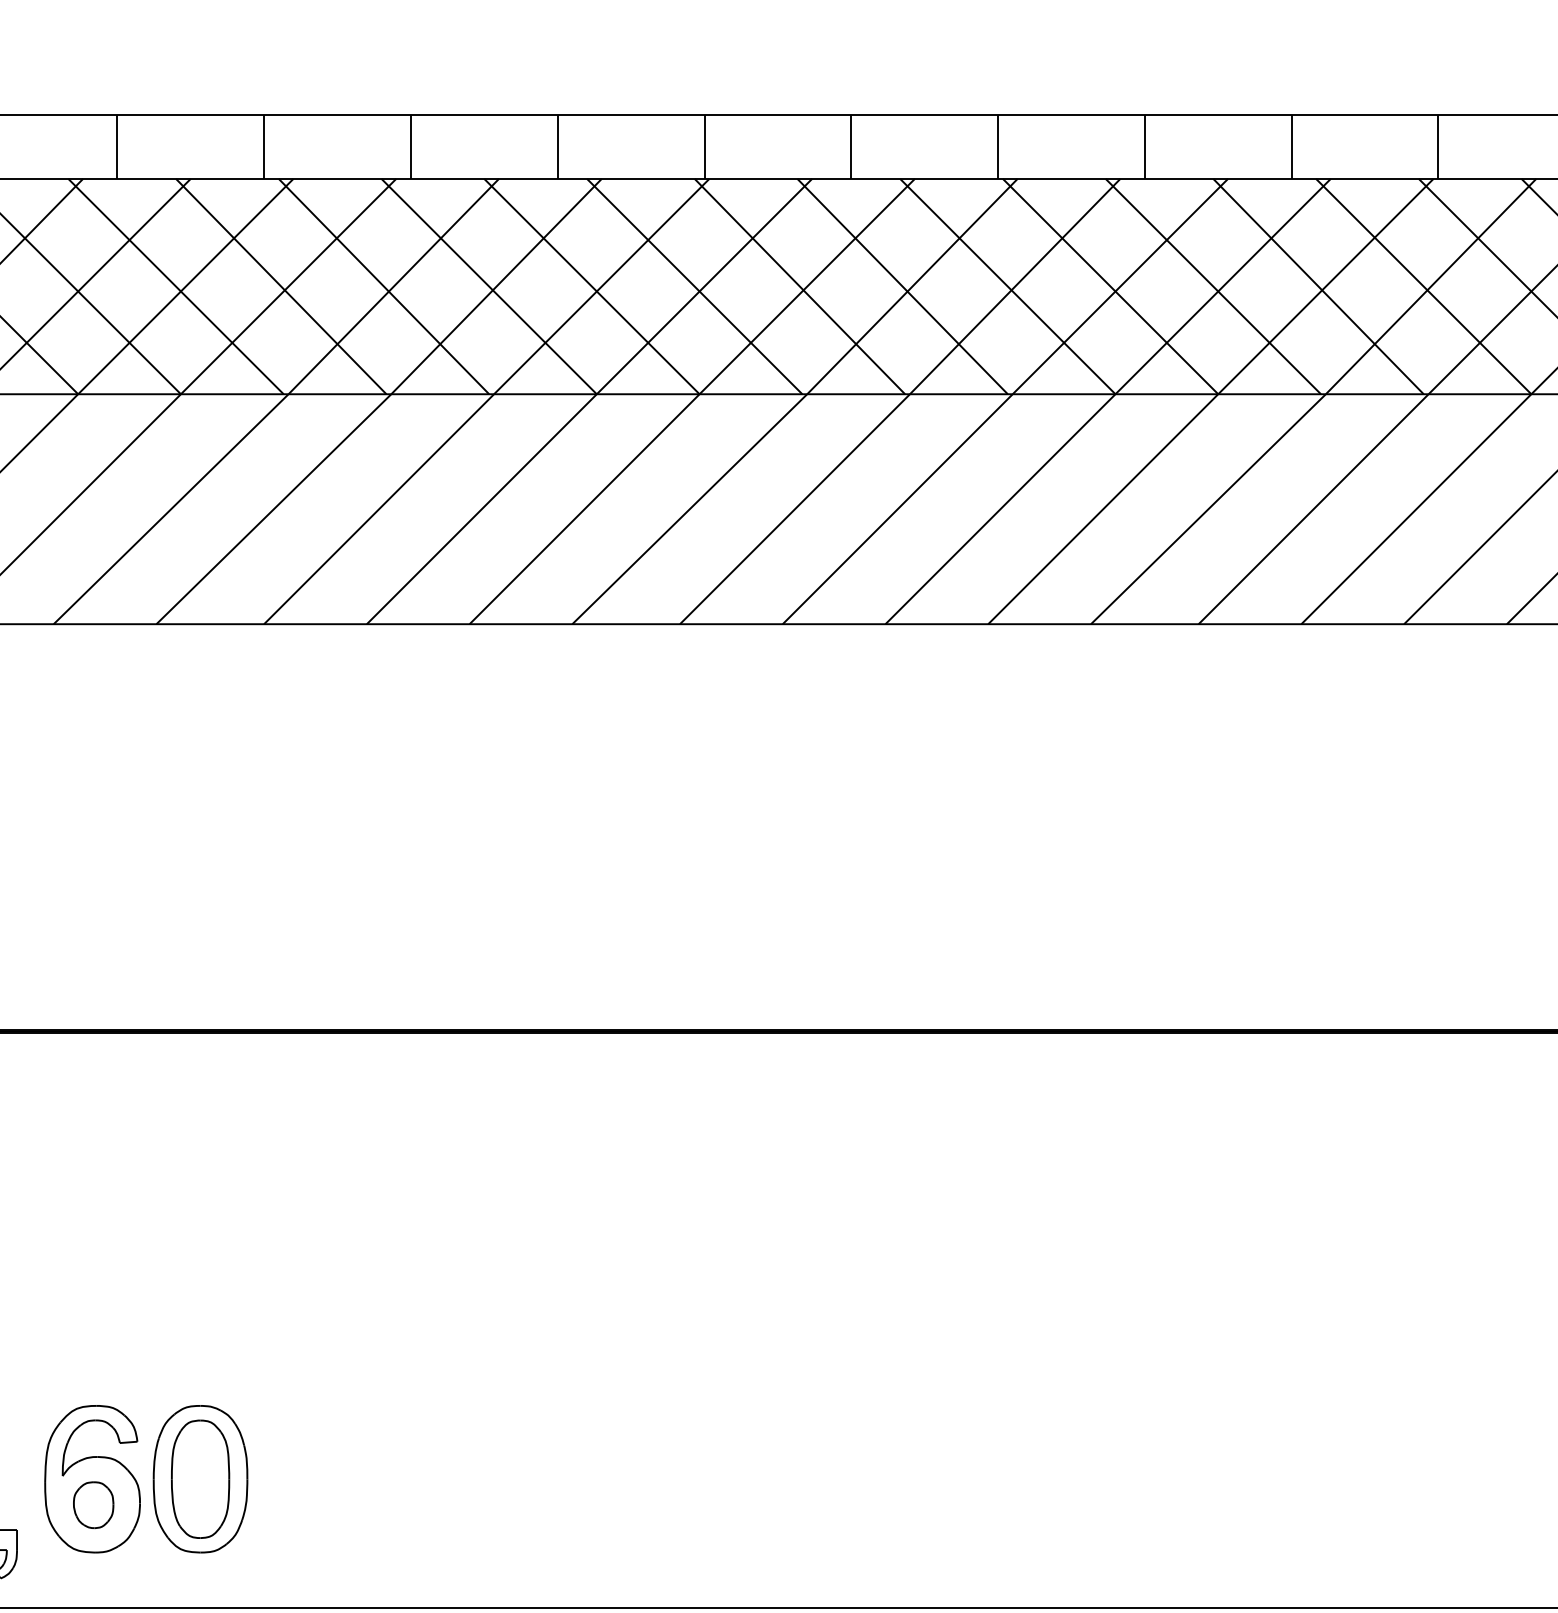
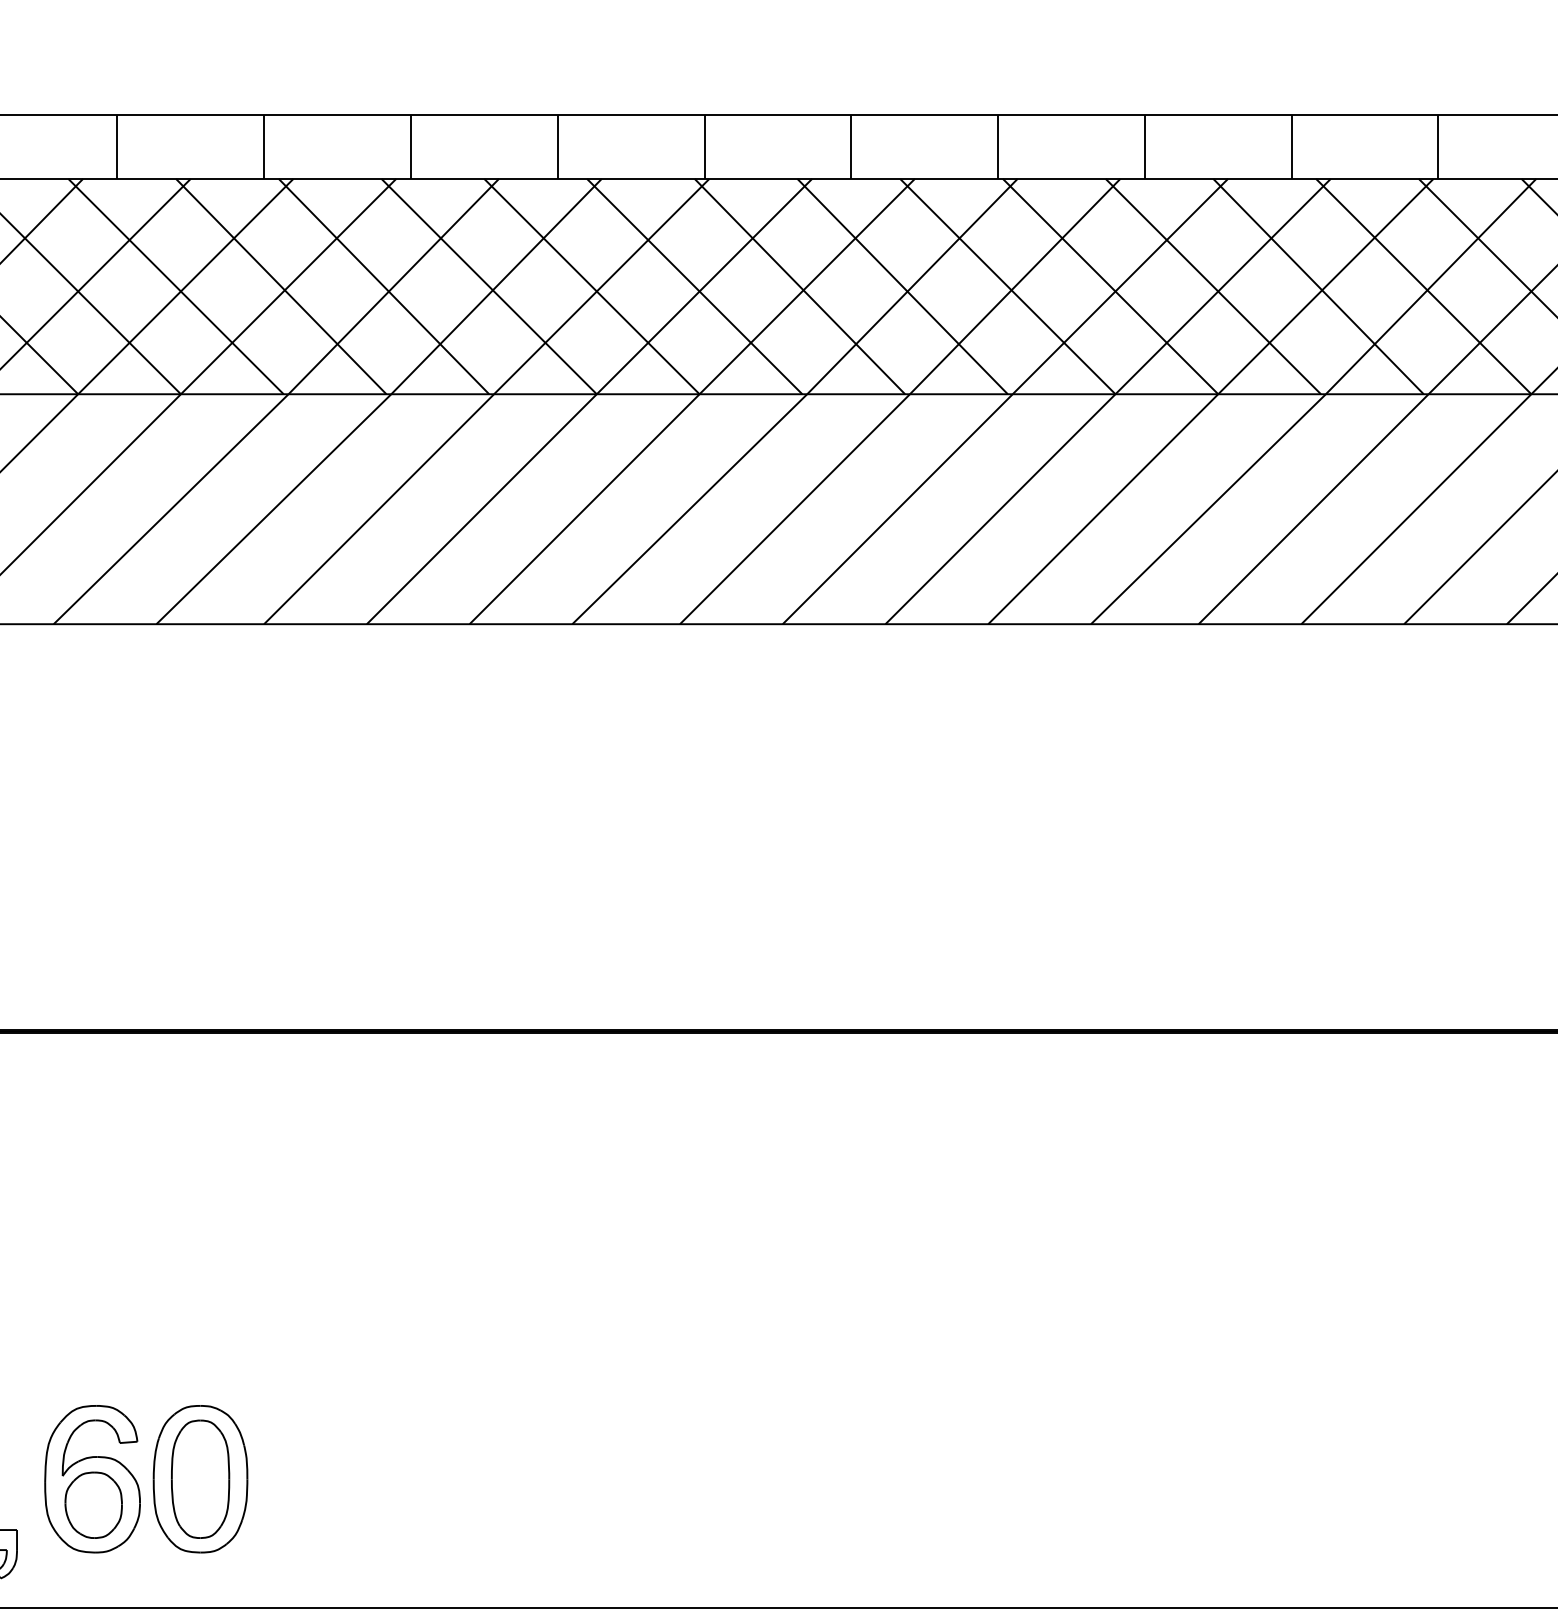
part at (93, 1504) size: 42x48 px -> 59x68 px
